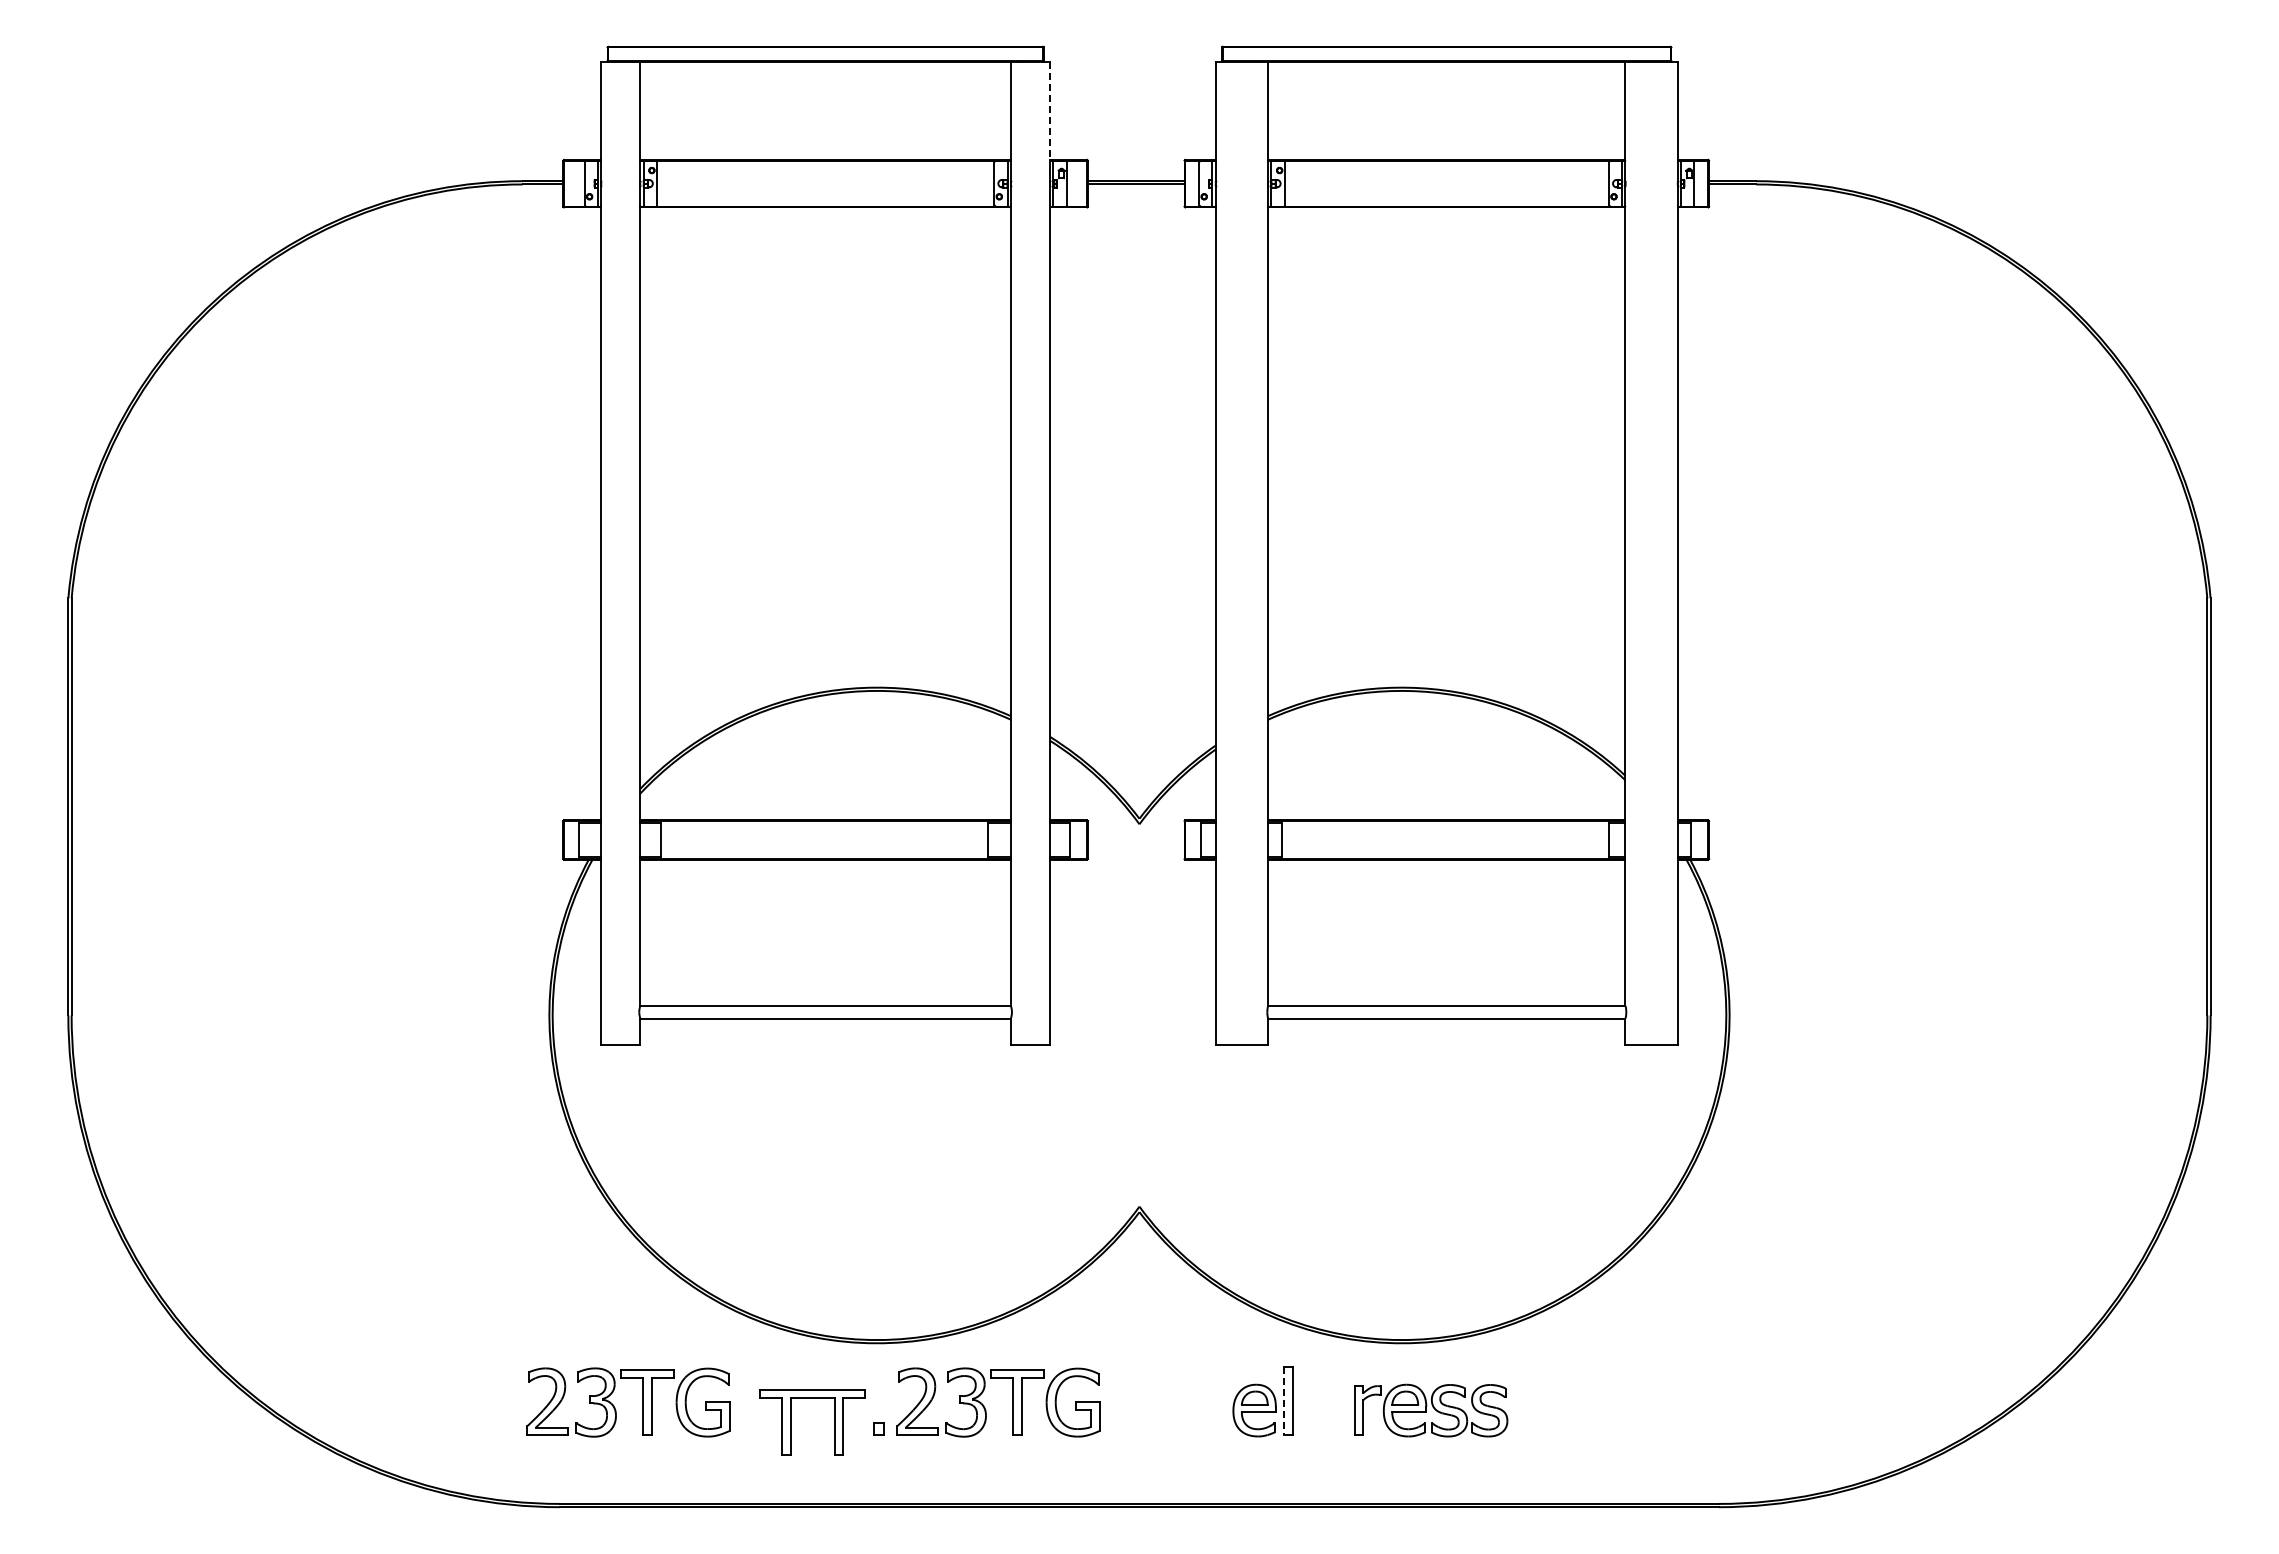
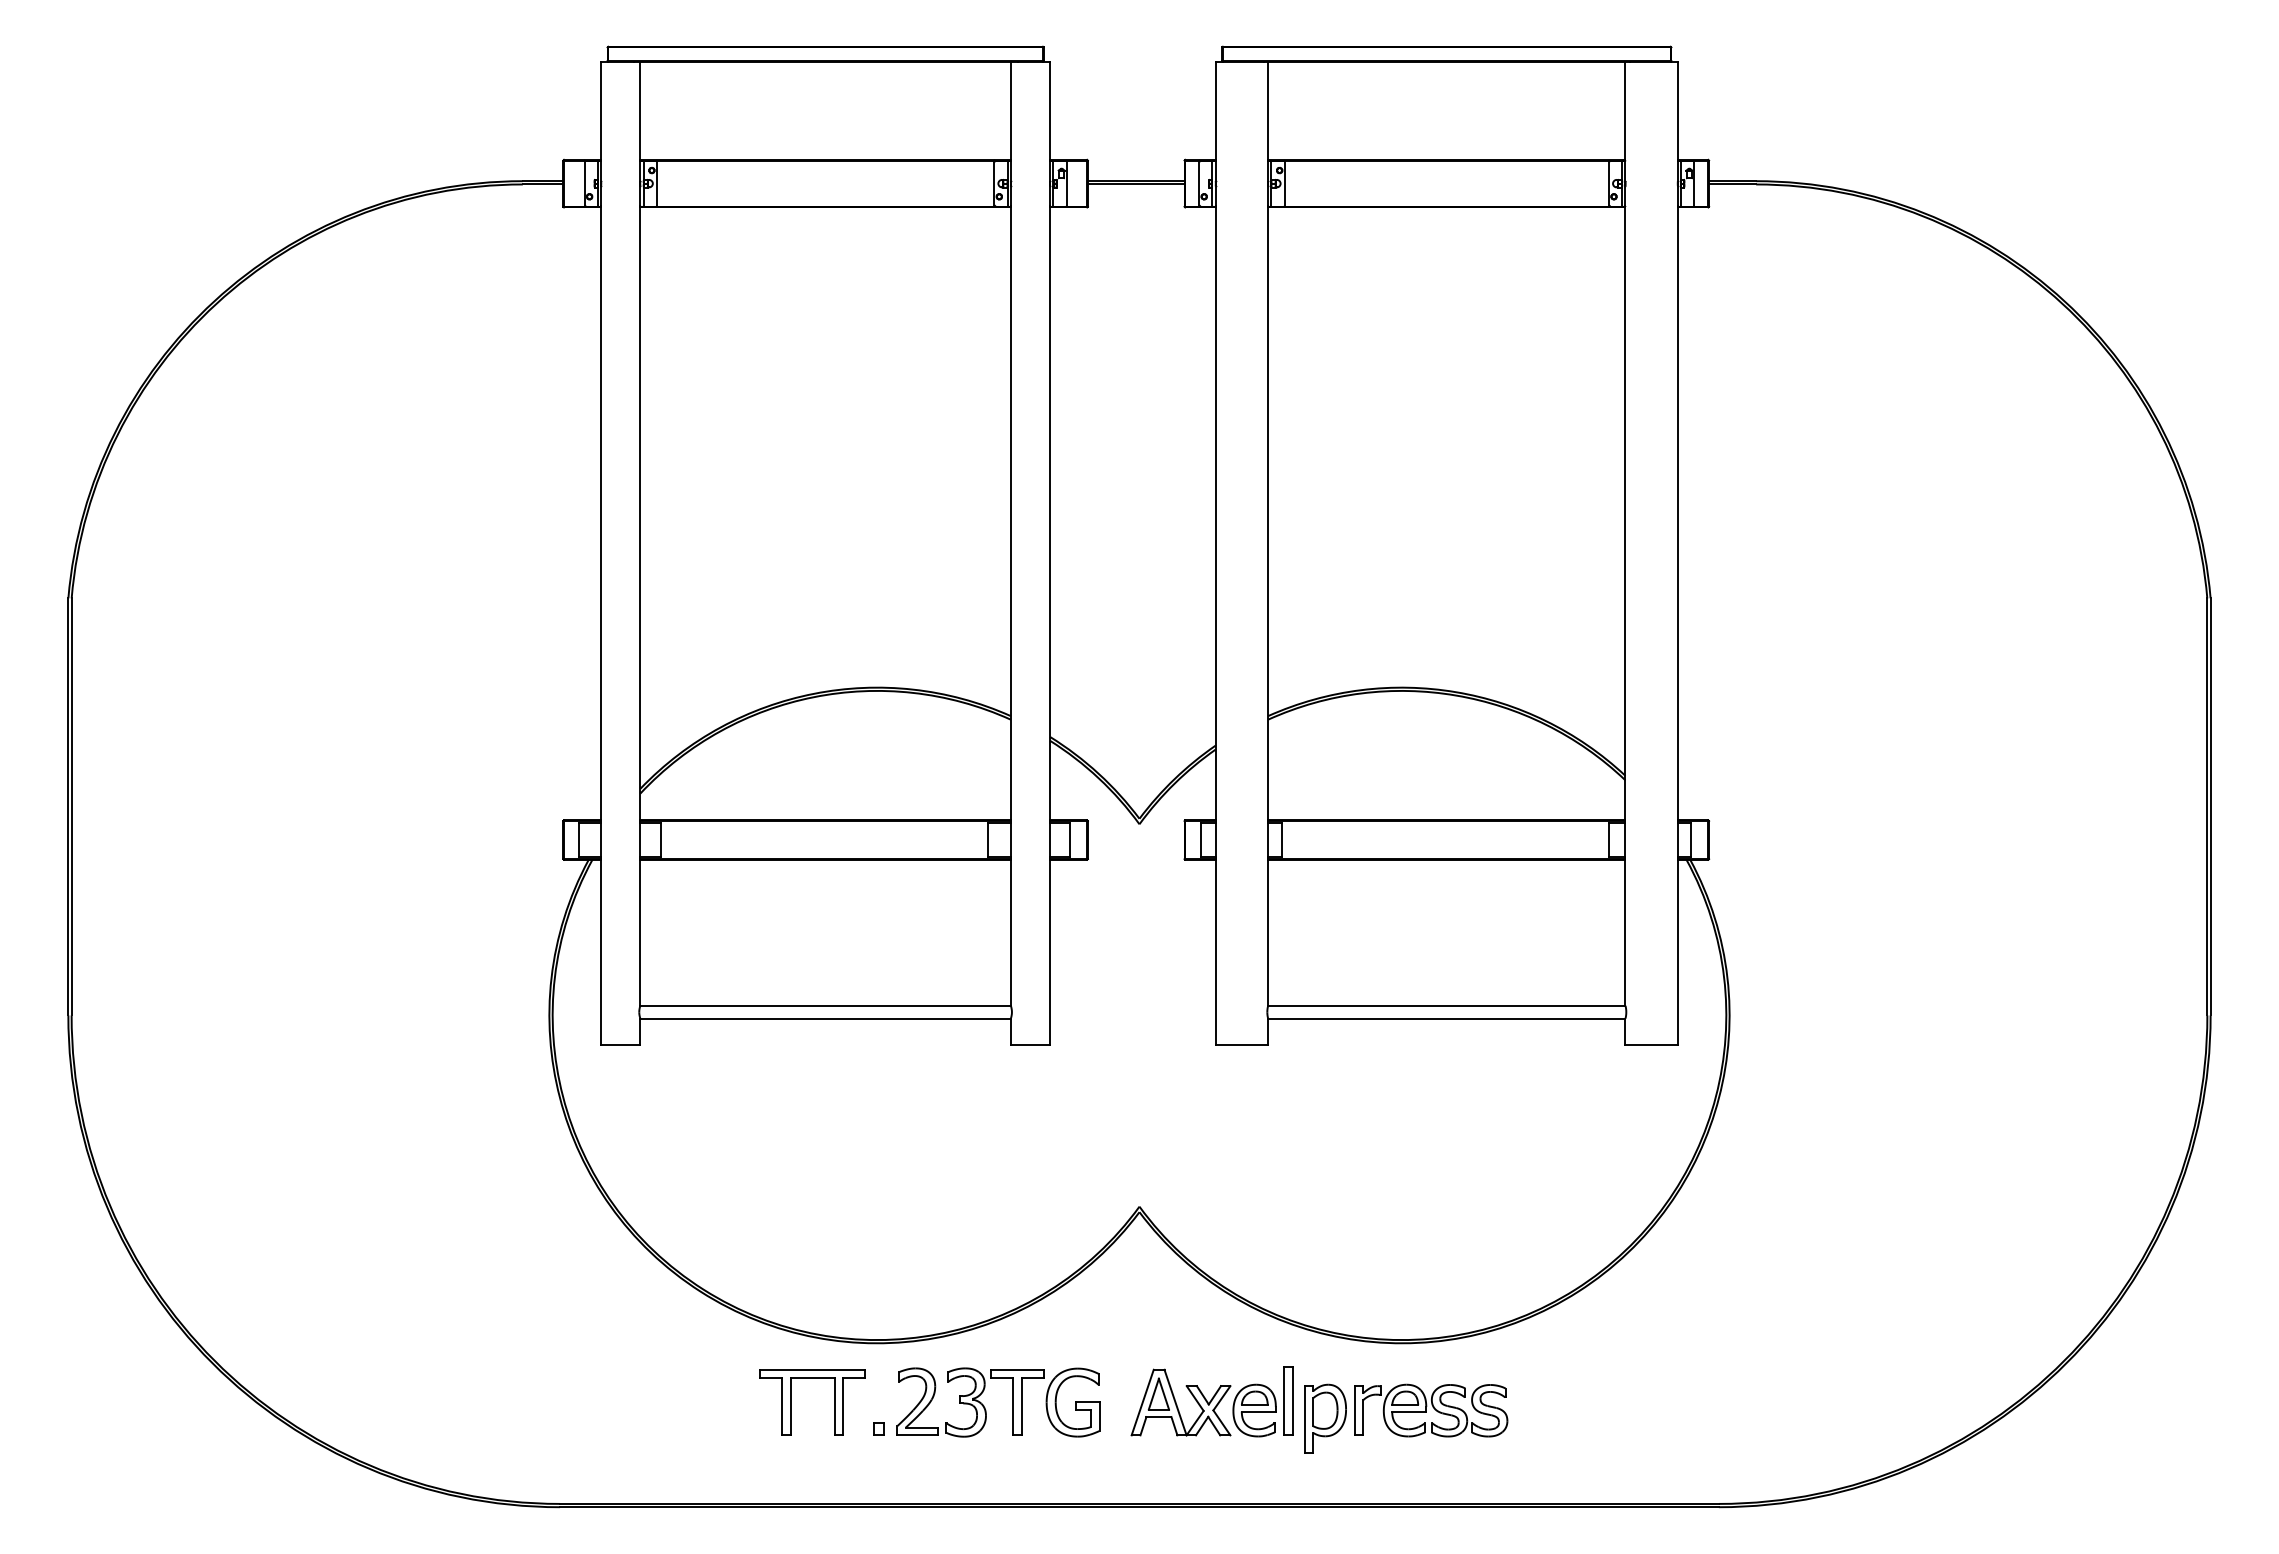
line at (1050, 111): dashed -> solid
line at (1284, 1401): dashed -> solid
part at (1180, 1402): none -> present
part at (615, 1407): present -> none
part at (1325, 1418): none -> present
part at (791, 1422) position: (791, 1422) -> (791, 1402)
